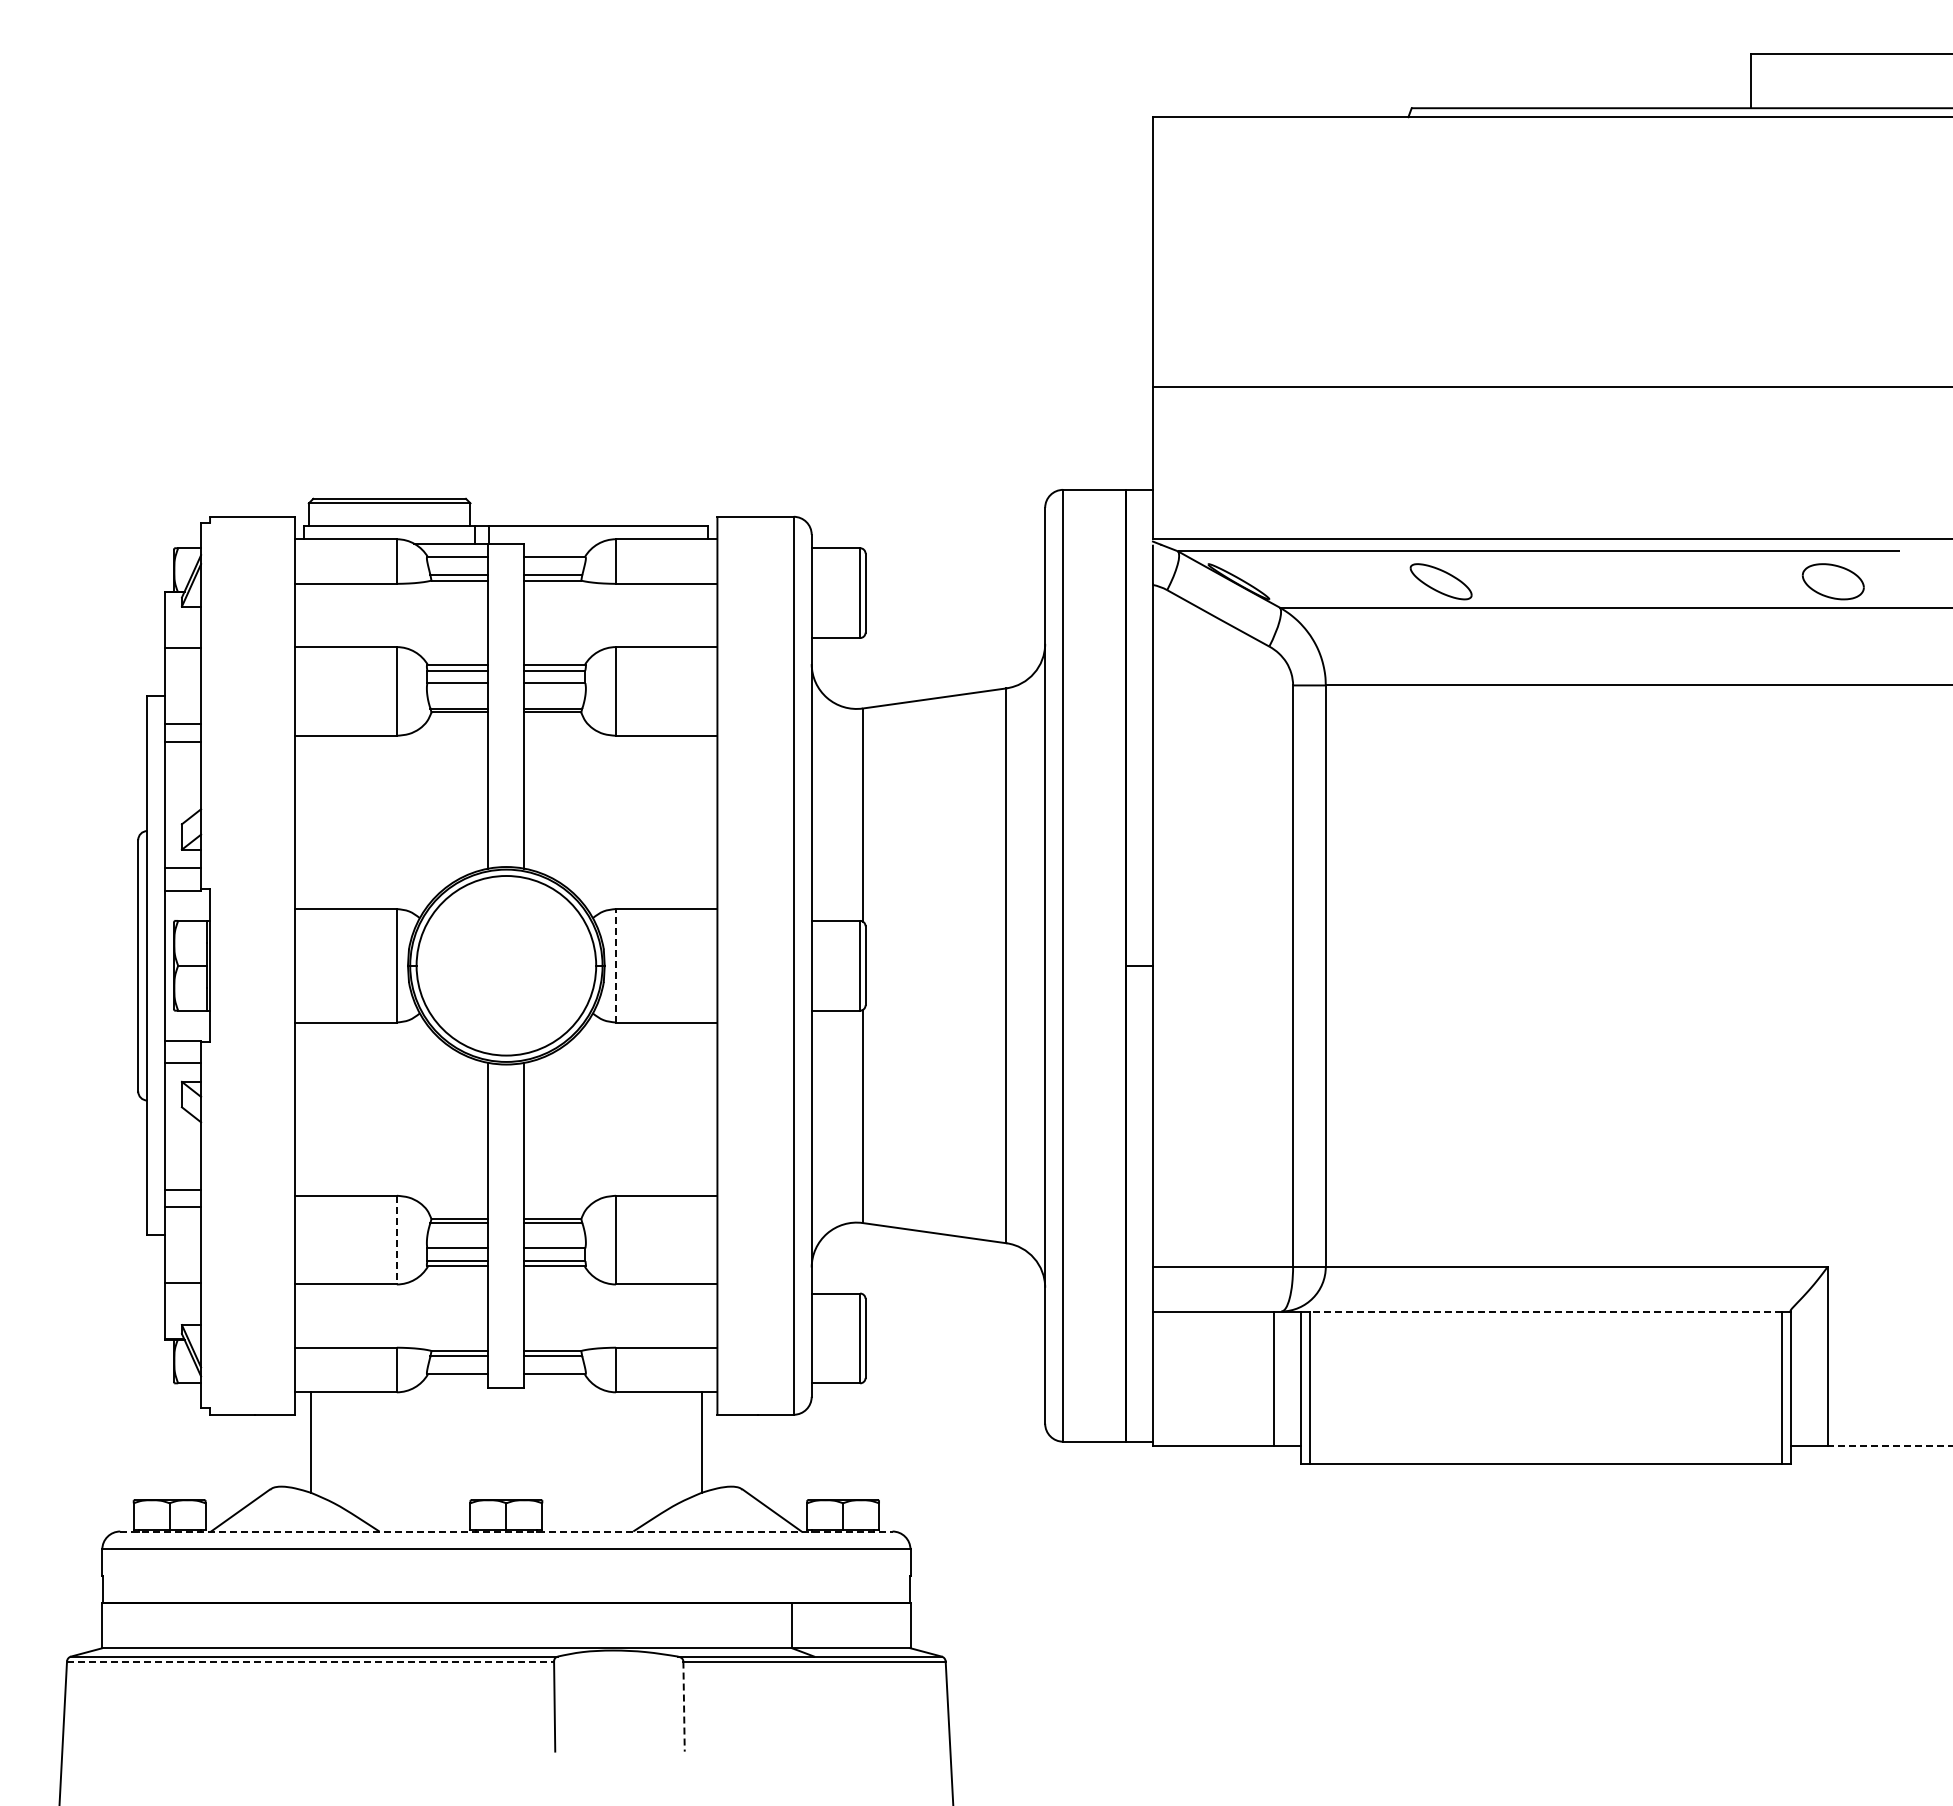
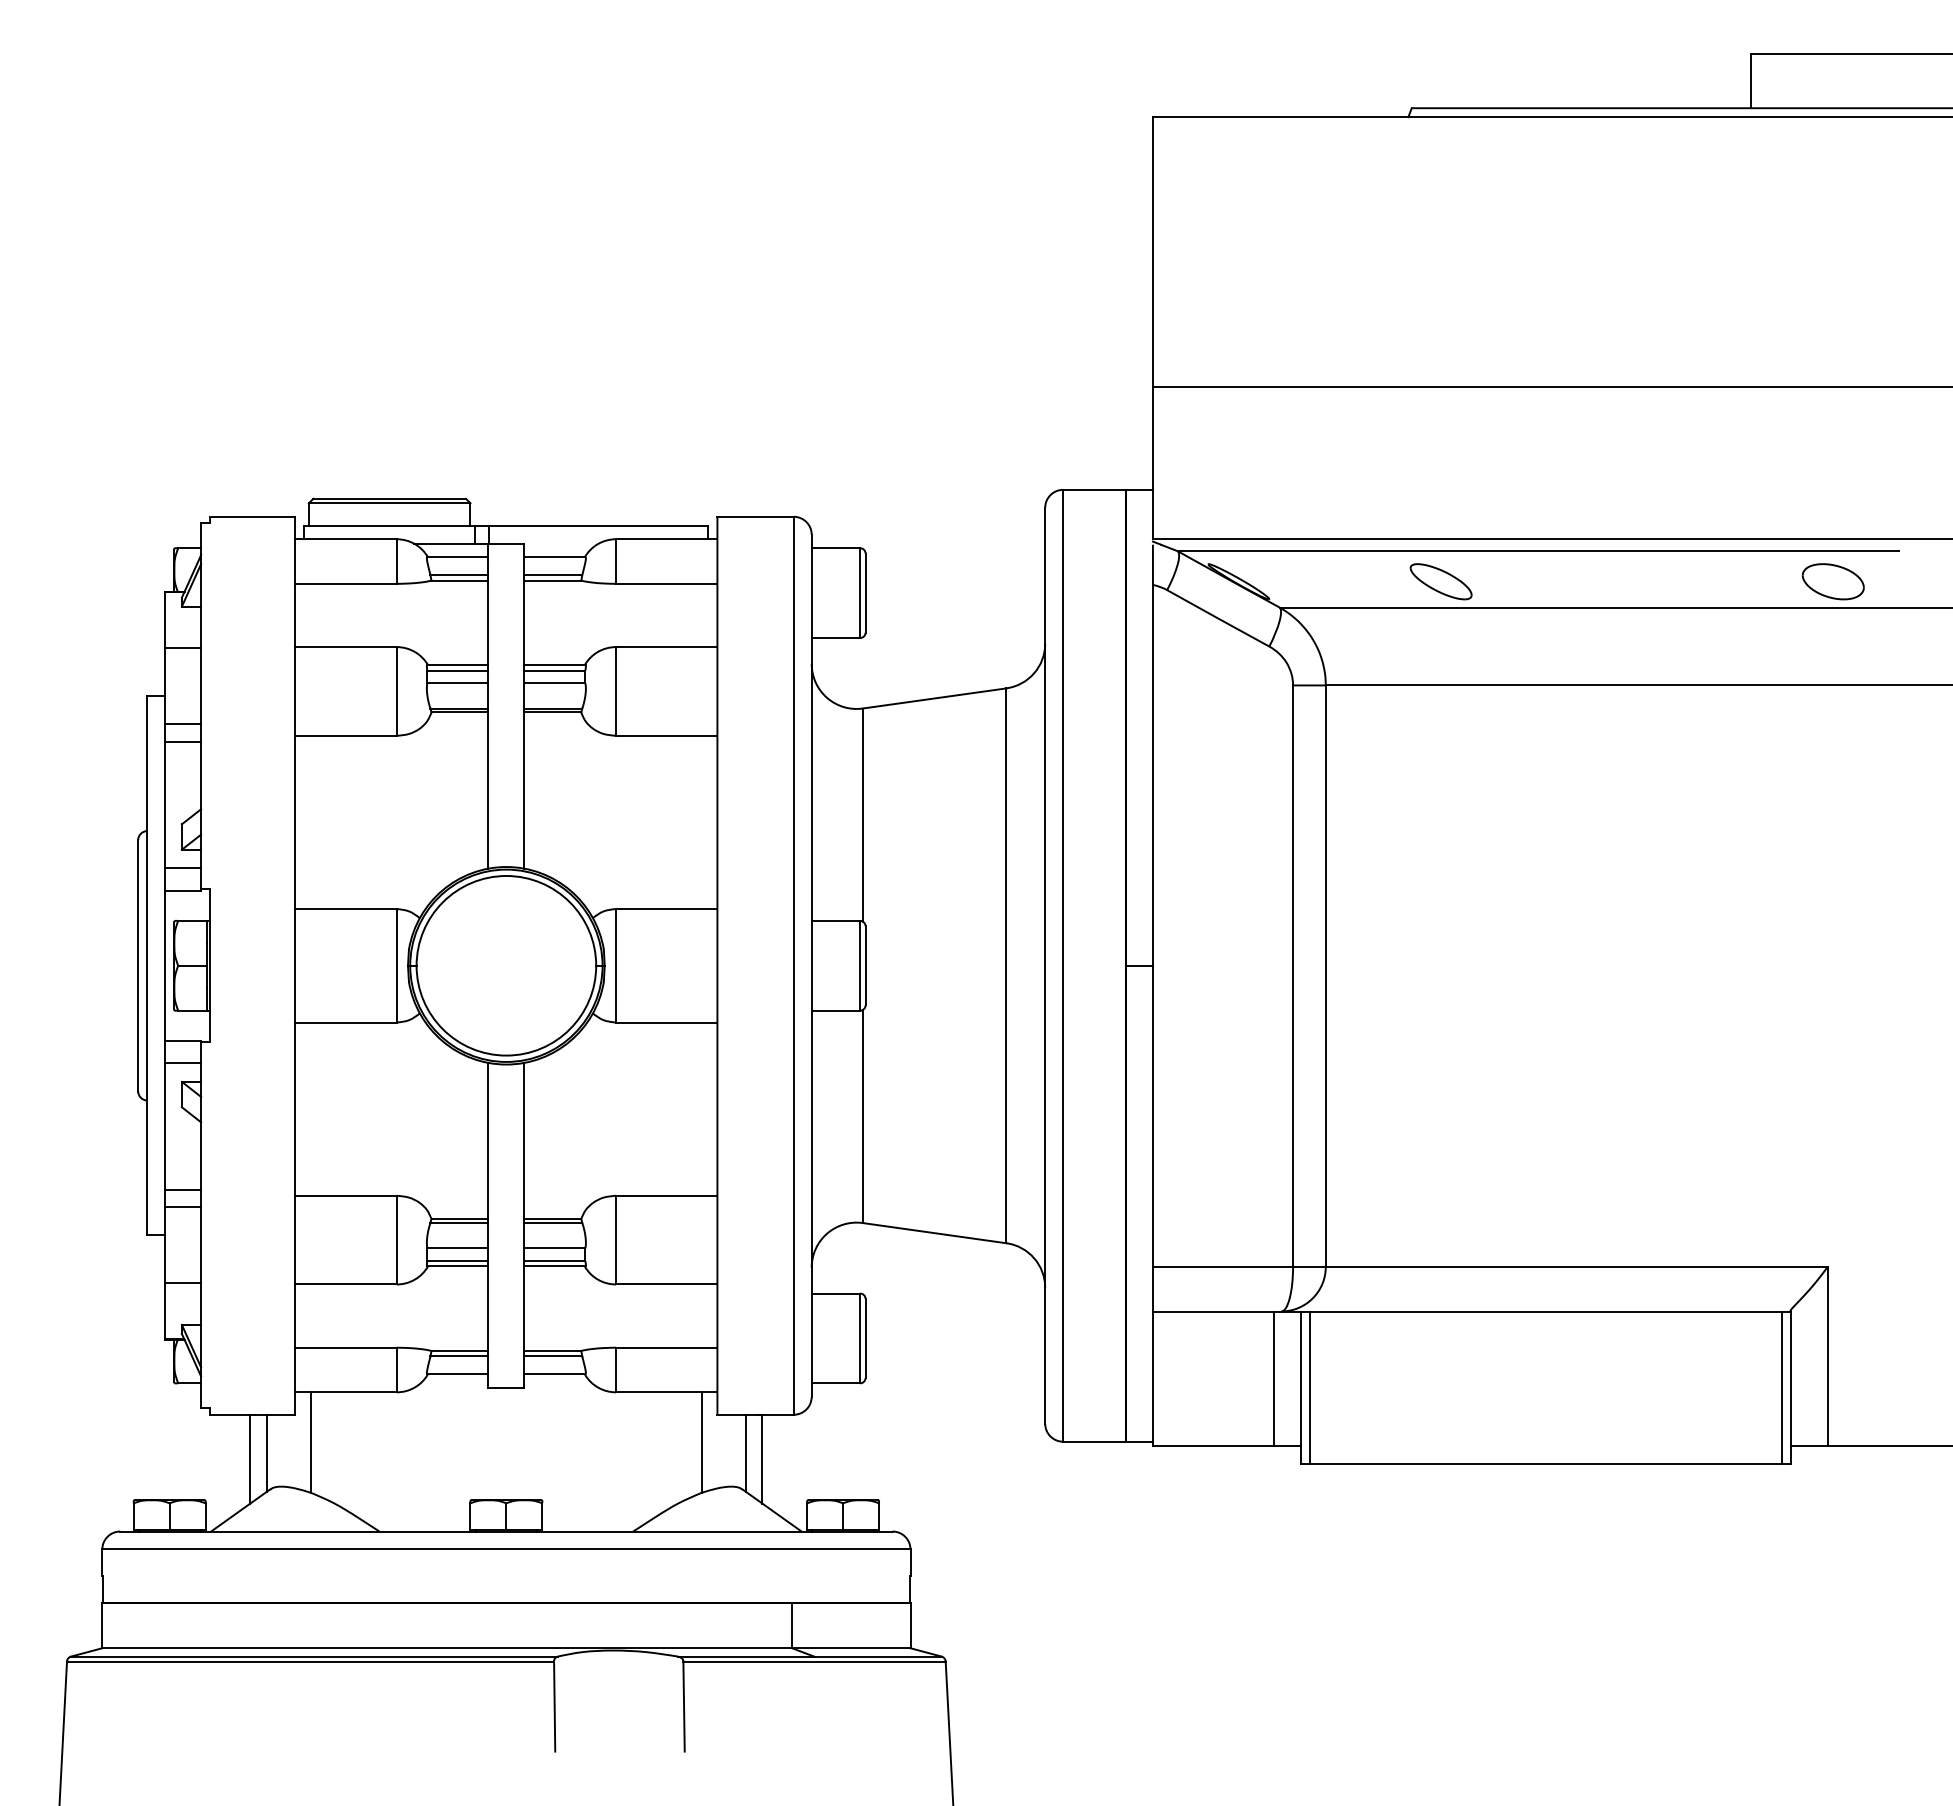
line at (615, 965): dashed -> solid
line at (396, 1240): dashed -> solid
line at (1545, 1311): dashed -> solid
line at (1889, 1446): dashed -> solid
line at (266, 1452): none -> present
line at (745, 1452): none -> present
line at (250, 1458): none -> present
line at (762, 1458): none -> present
line at (506, 1531): dashed -> solid
line at (310, 1661): dashed -> solid
line at (684, 1707): dashed -> solid
